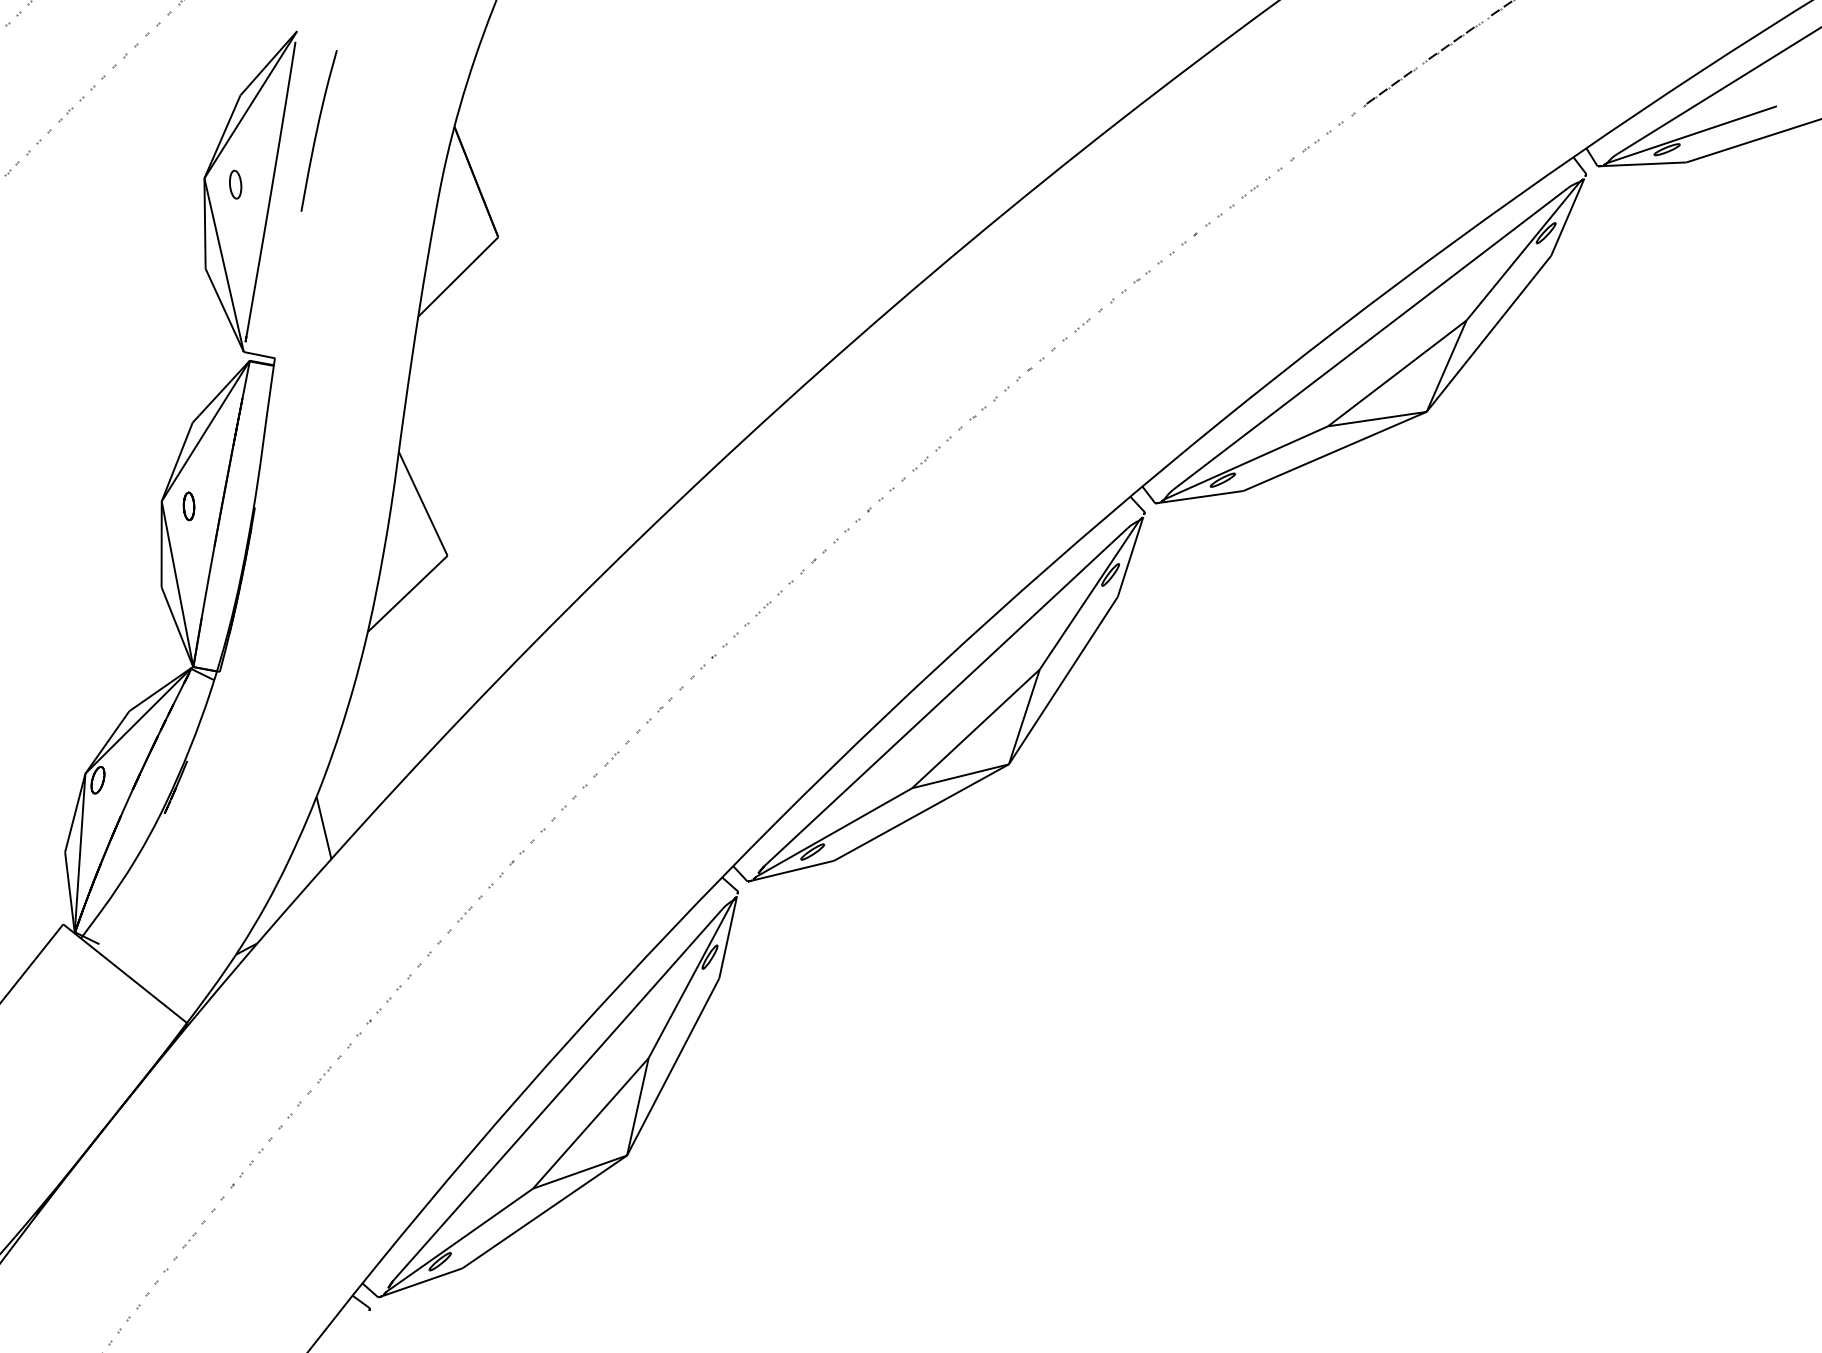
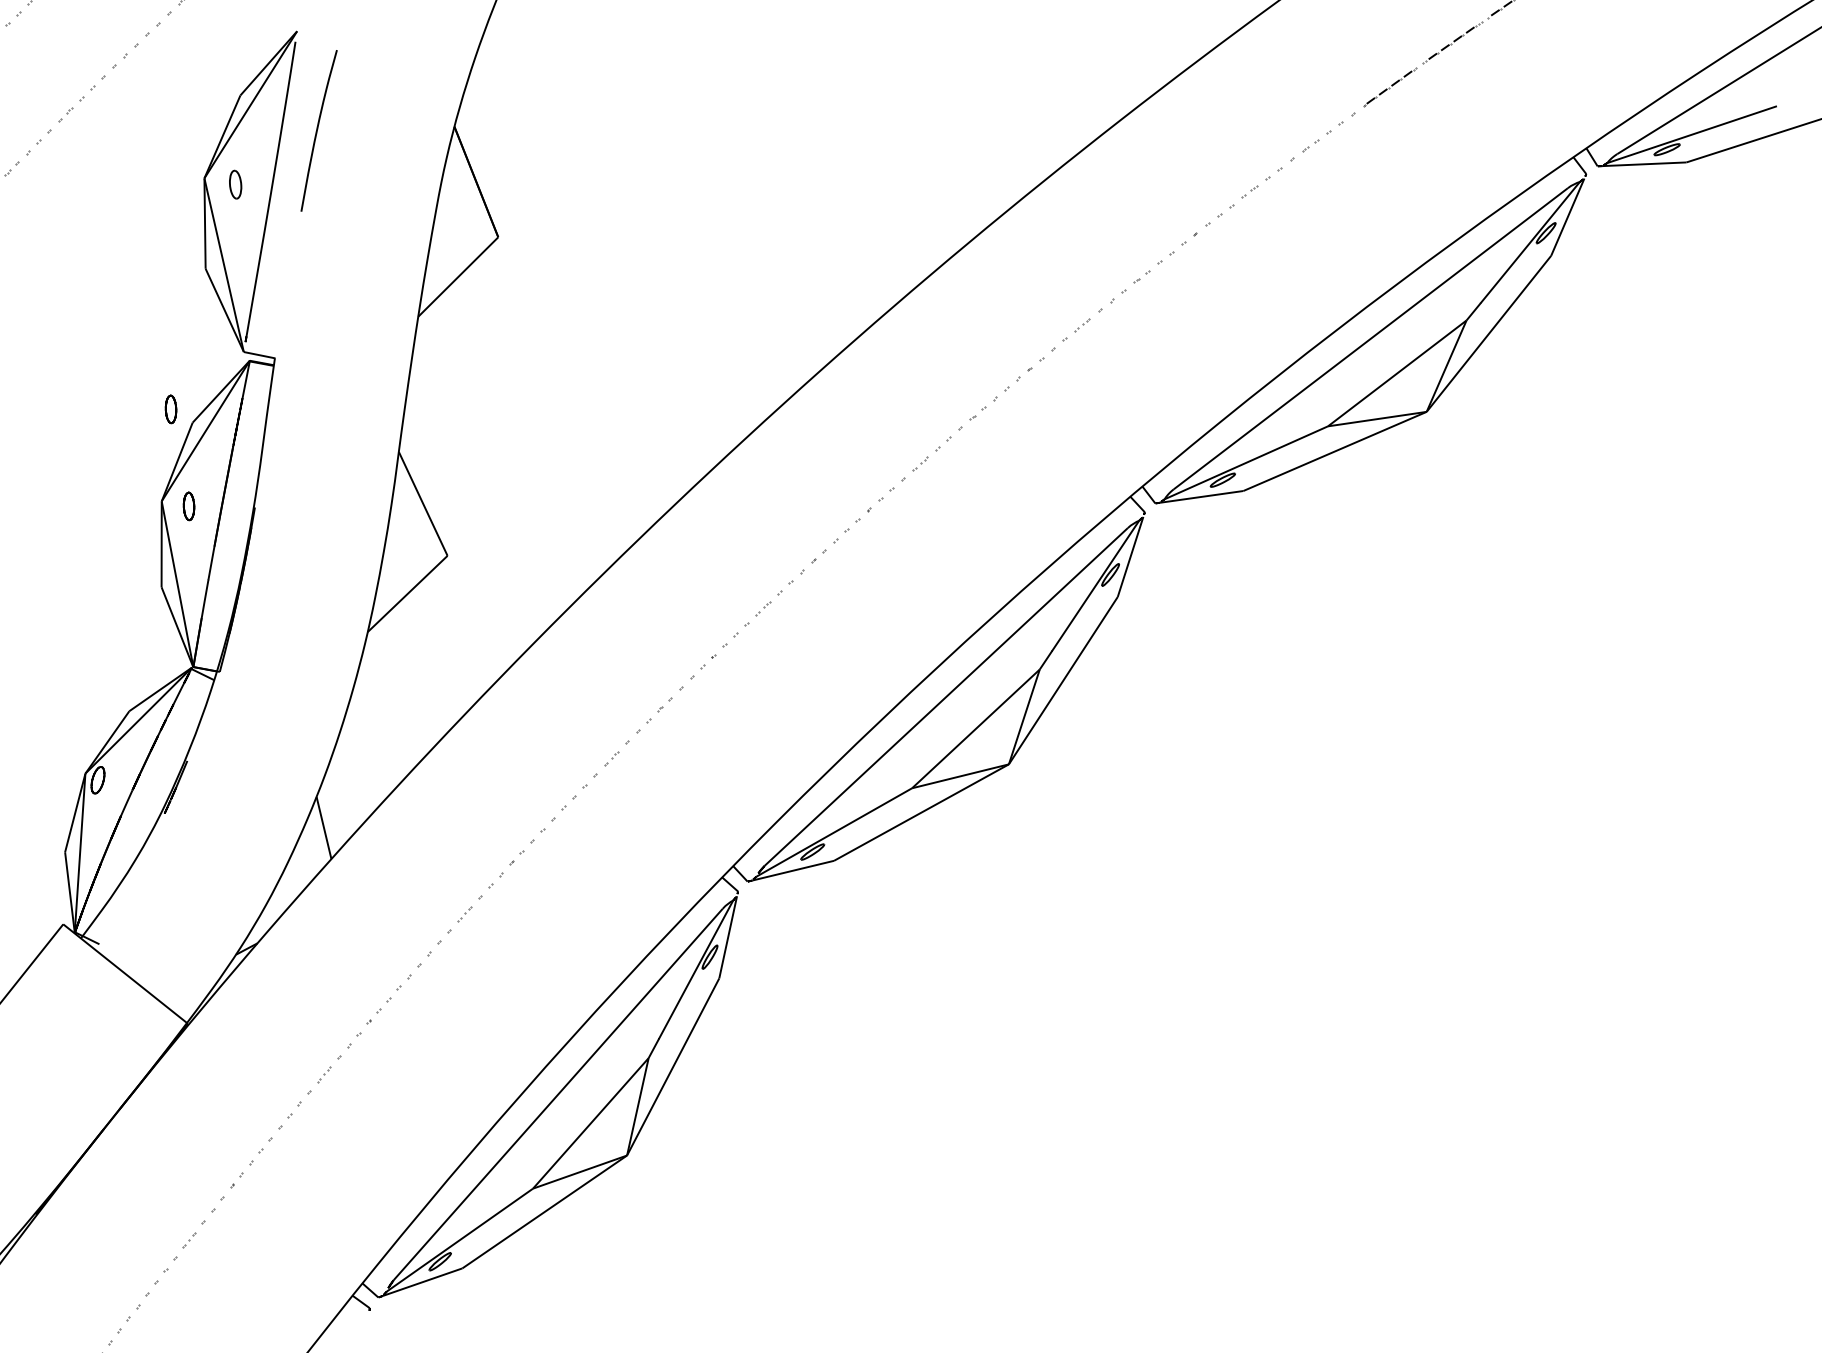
part at (170, 409): none -> present
